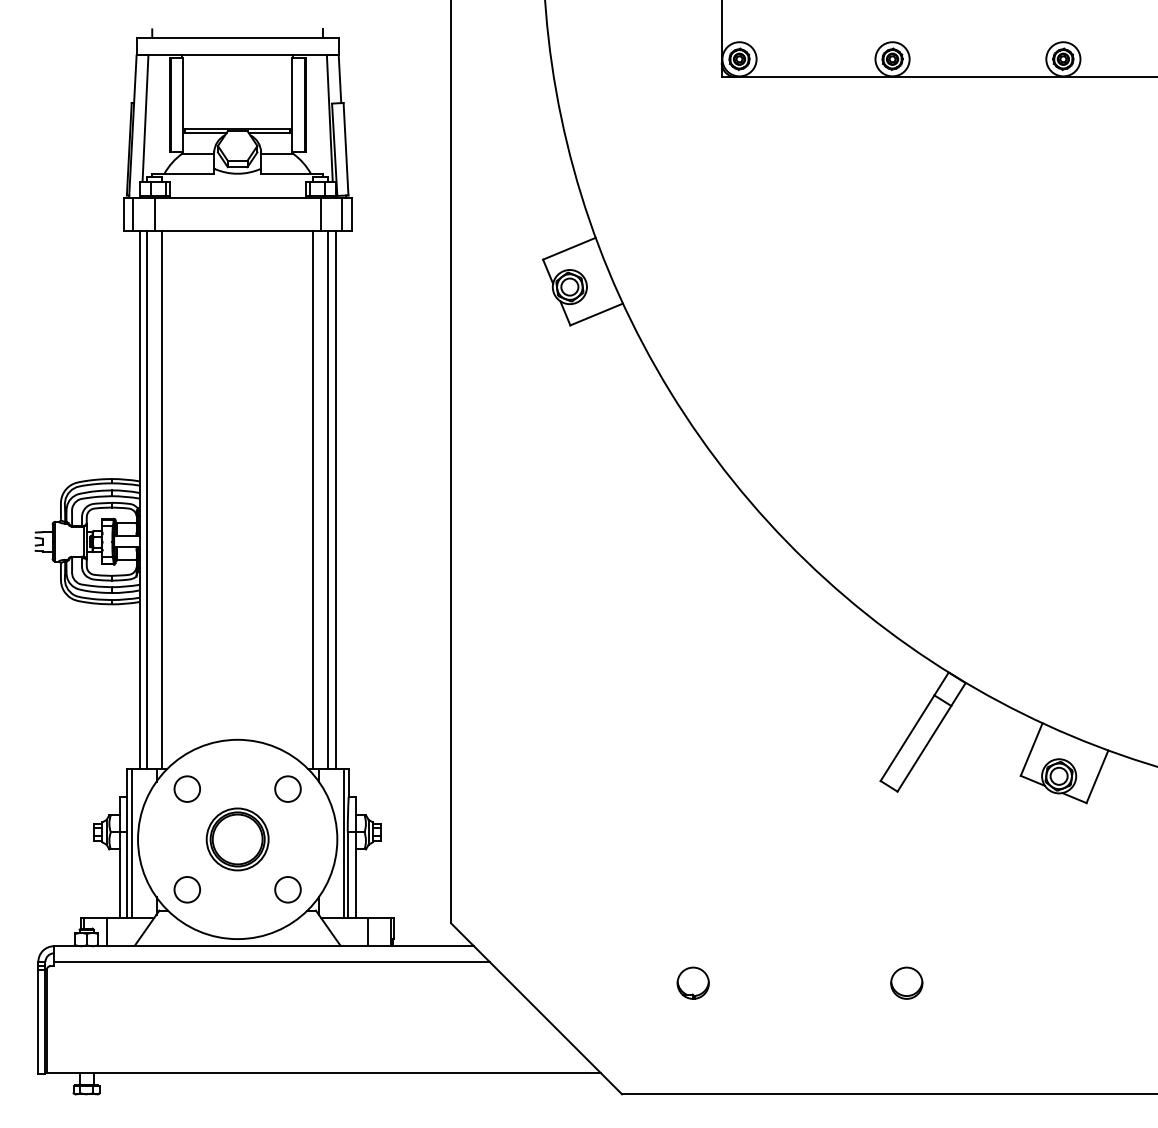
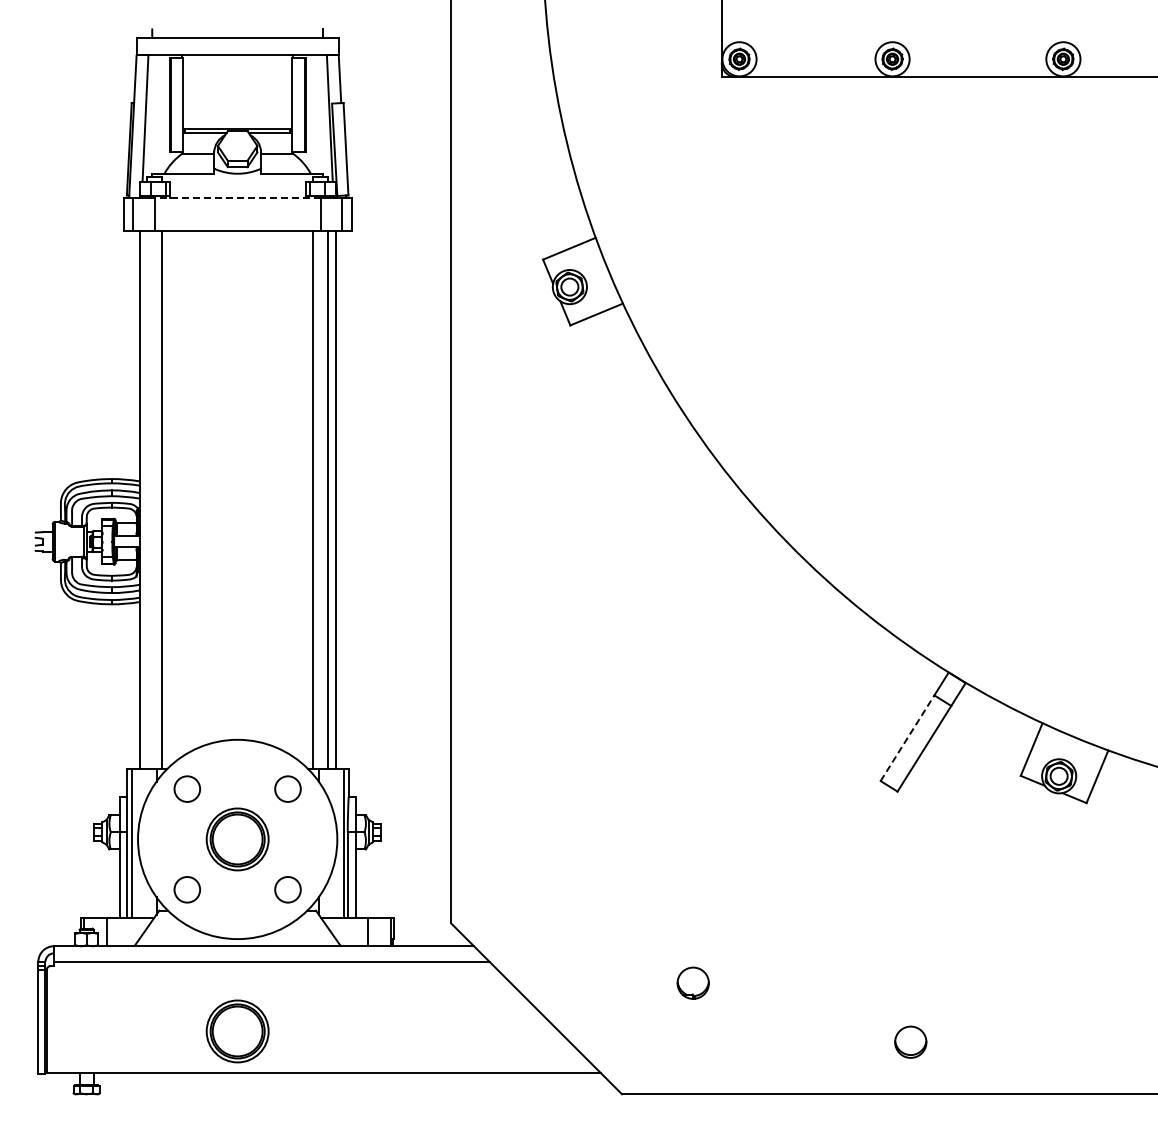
line at (237, 197): solid -> dashed
line at (146, 499): present -> none
line at (907, 738): solid -> dashed
part at (906, 982) position: (906, 982) -> (910, 1041)
part at (237, 1031): none -> present
